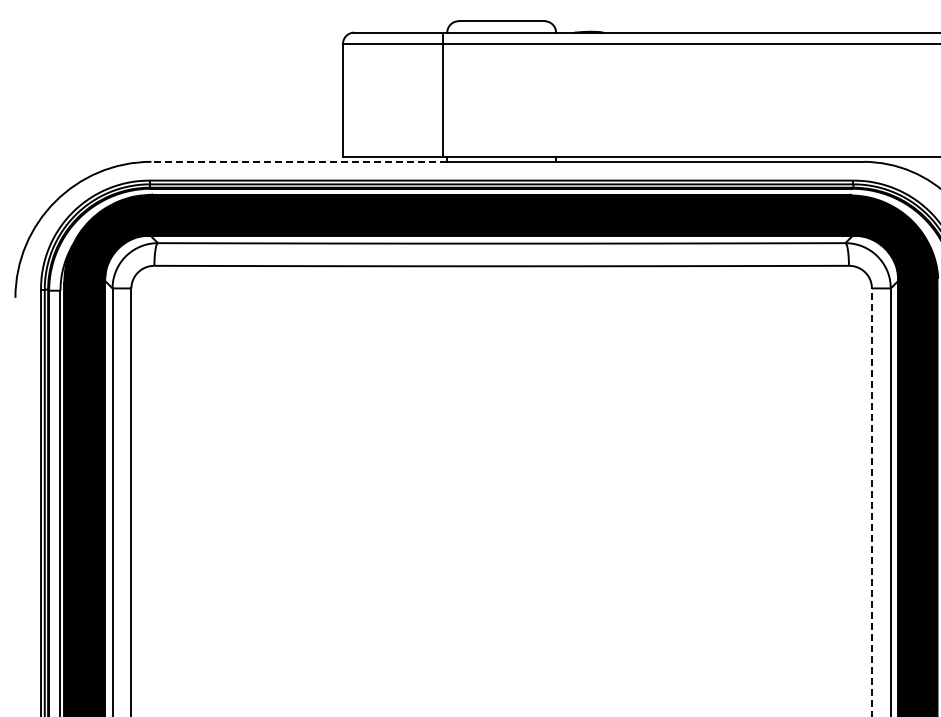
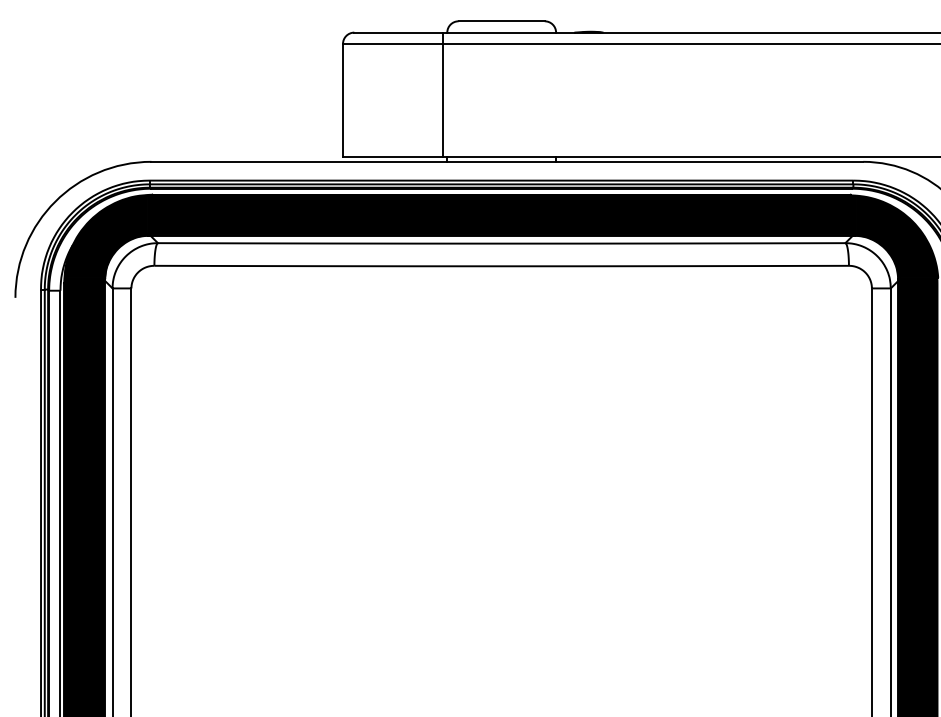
line at (299, 161): dashed -> solid
line at (871, 502): dashed -> solid
